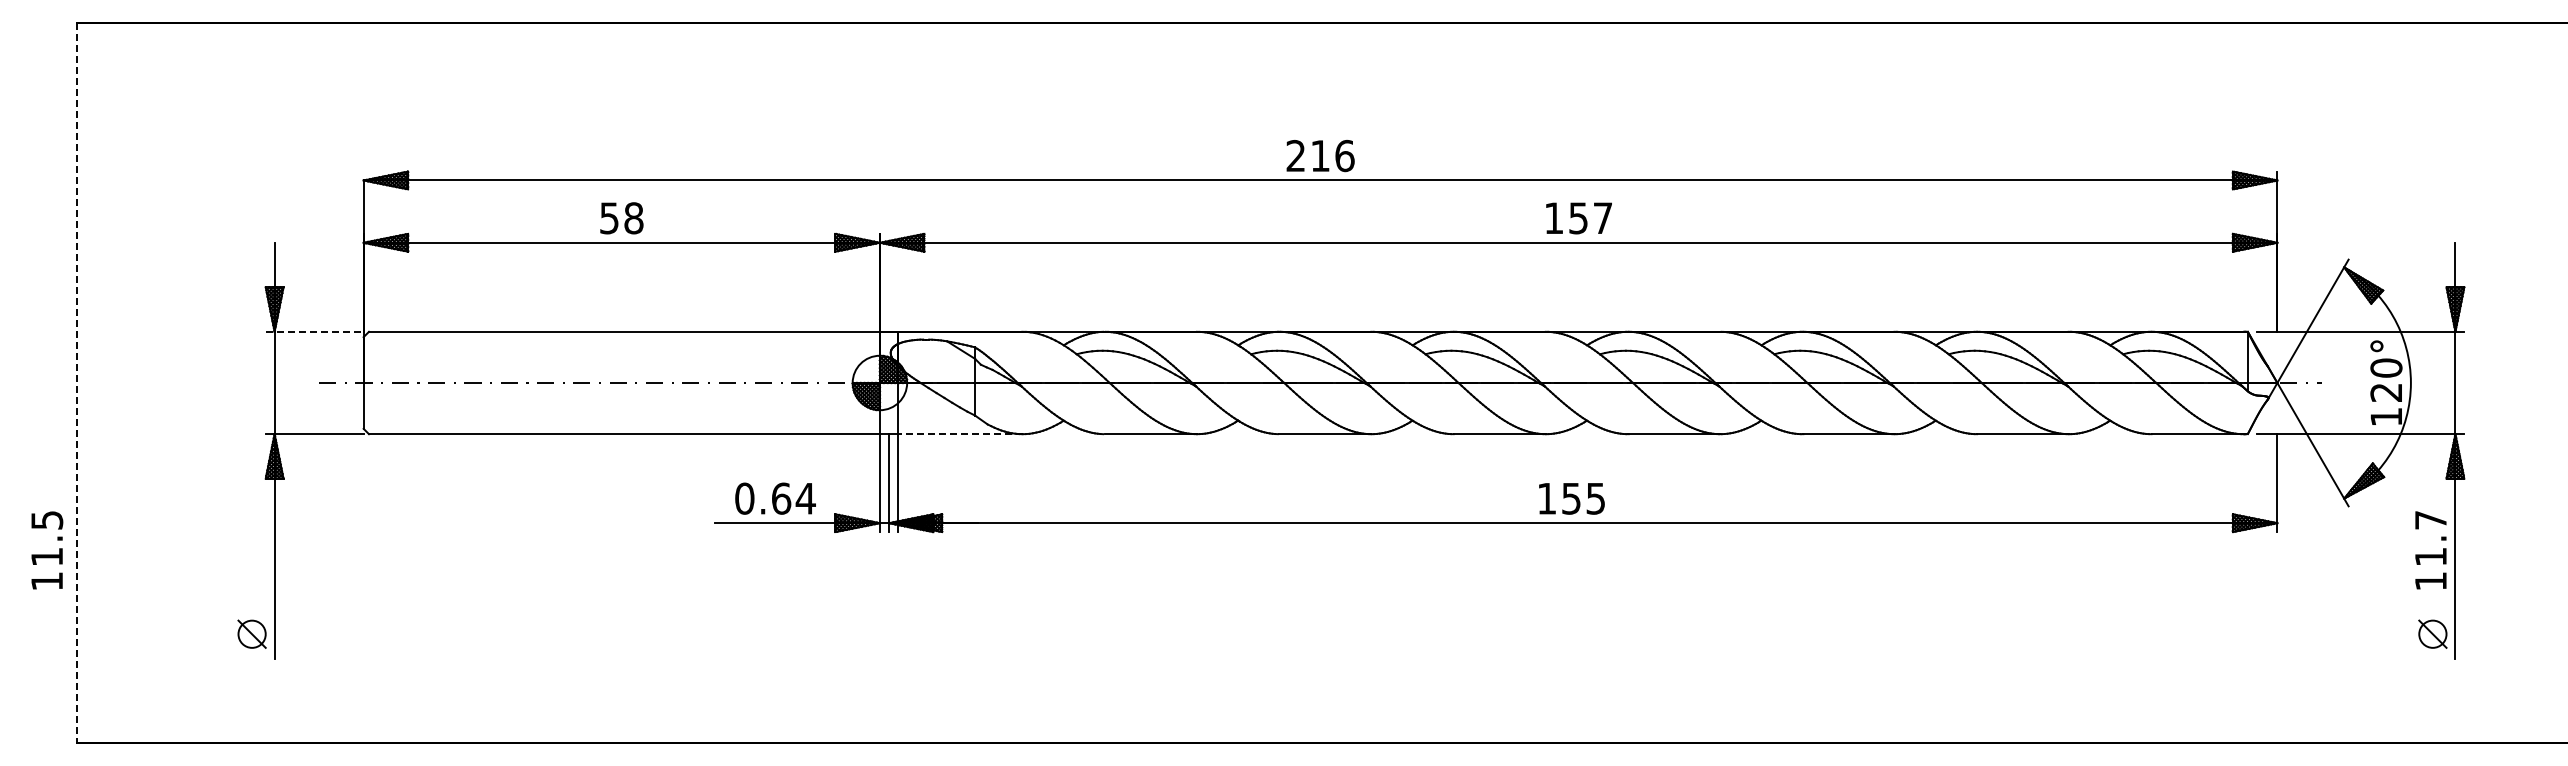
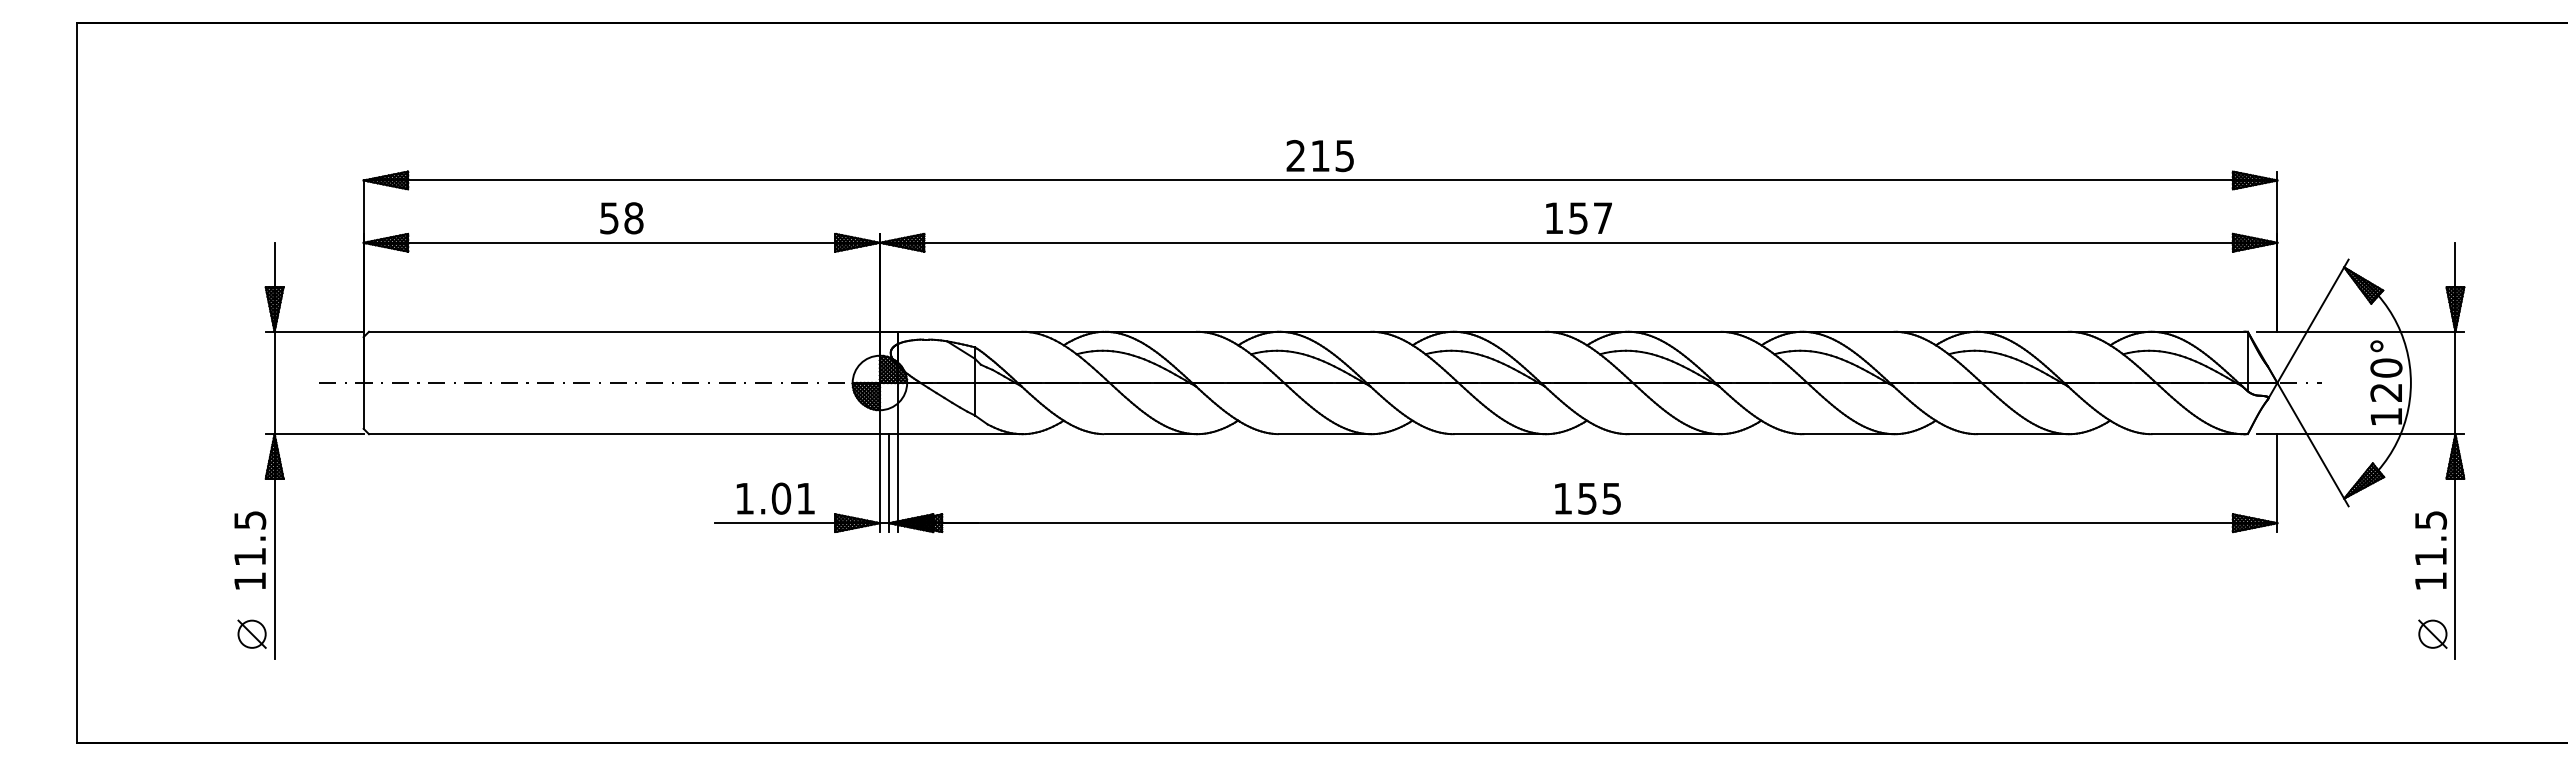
text at (1344, 155): 216 -> 215
line at (314, 331): dashed -> solid
line at (77, 383): dashed -> solid
line at (959, 434): dashed -> solid
text at (775, 498): 0.64 -> 1.01
text at (1571, 498) position: (1571, 498) -> (1587, 498)
text at (2431, 520): 11.7 -> 11.5
text at (47, 550) position: (47, 550) -> (250, 550)
